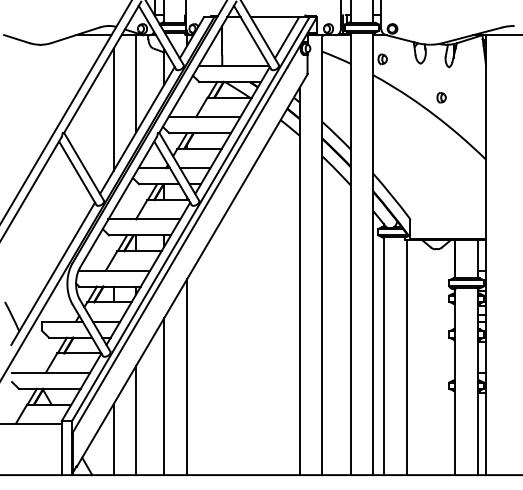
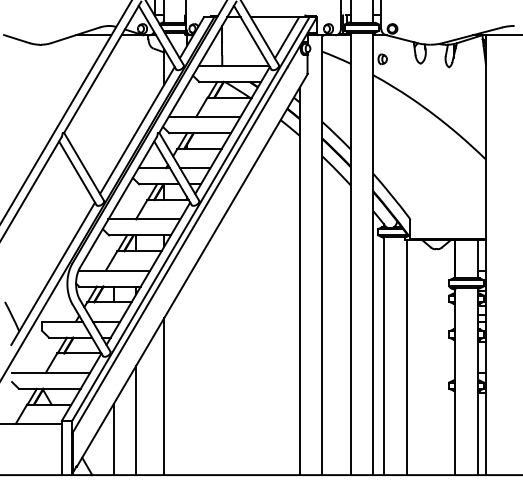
line at (136, 83): present -> none
part at (441, 97): present -> none
line at (113, 109): present -> none
line at (187, 377): present -> none
